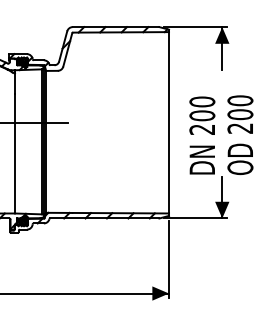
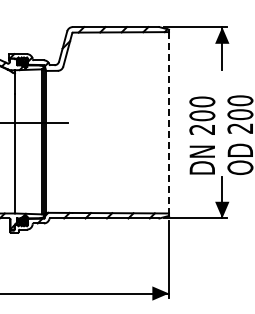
line at (169, 122): solid -> dashed
